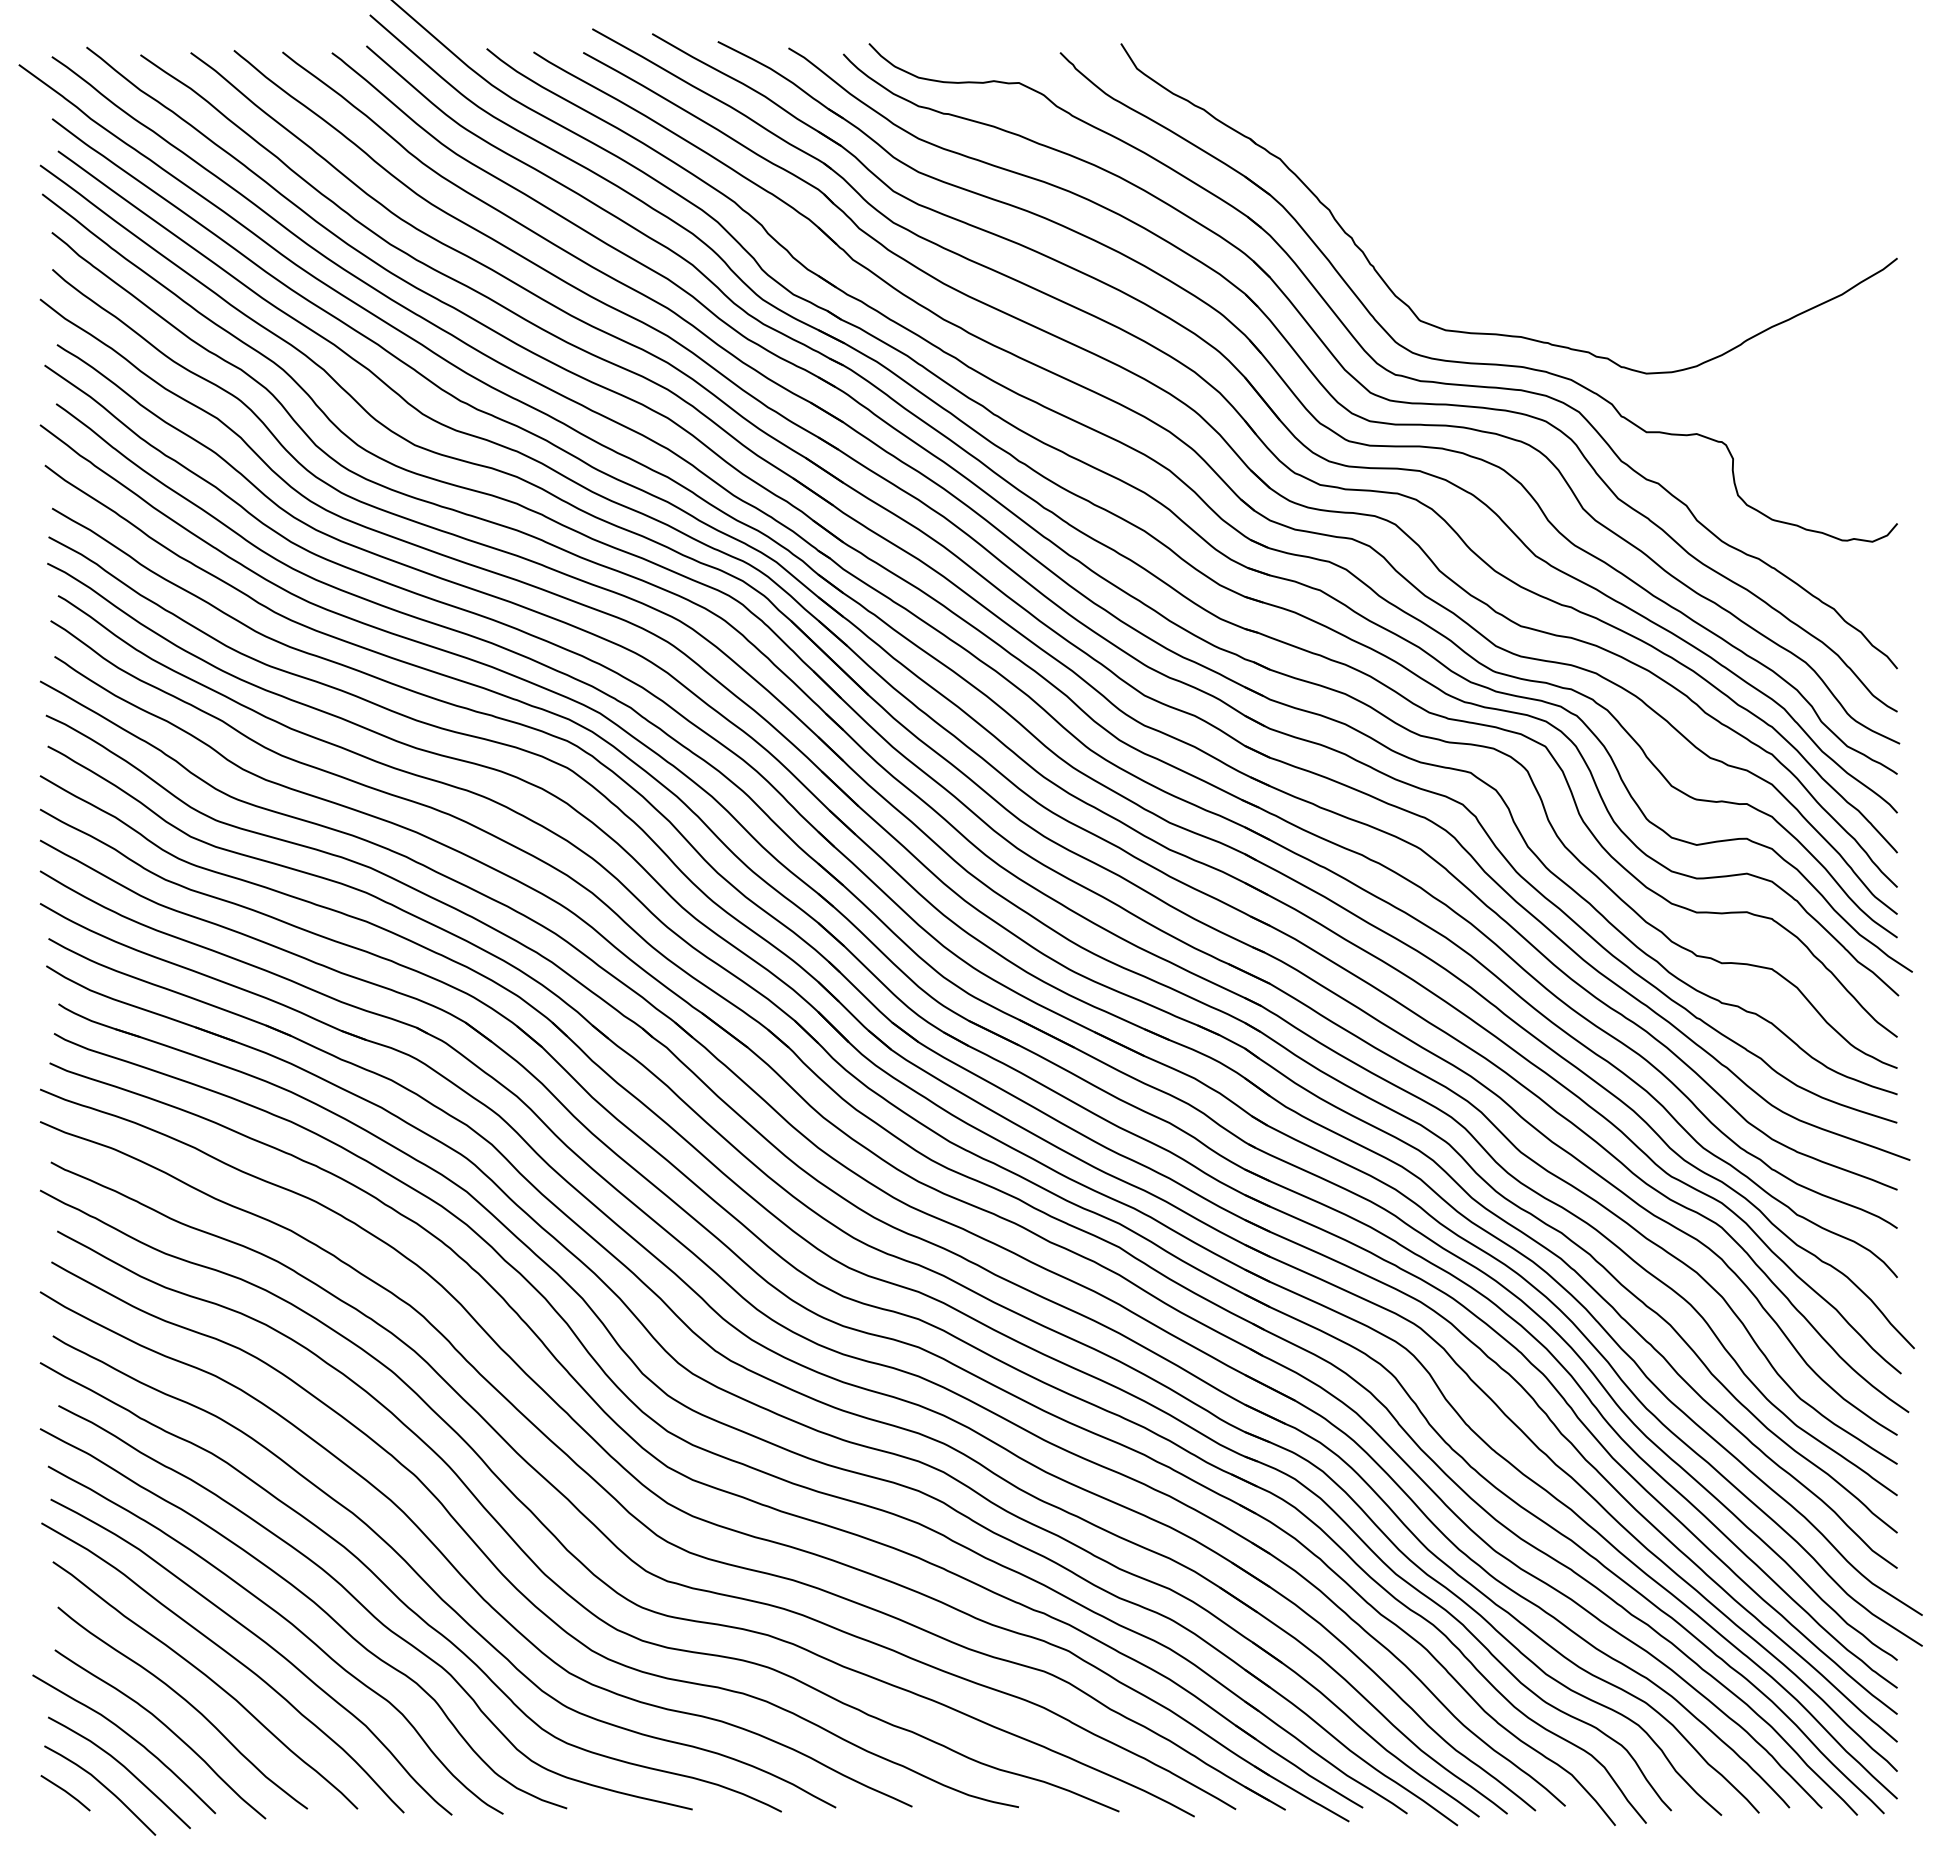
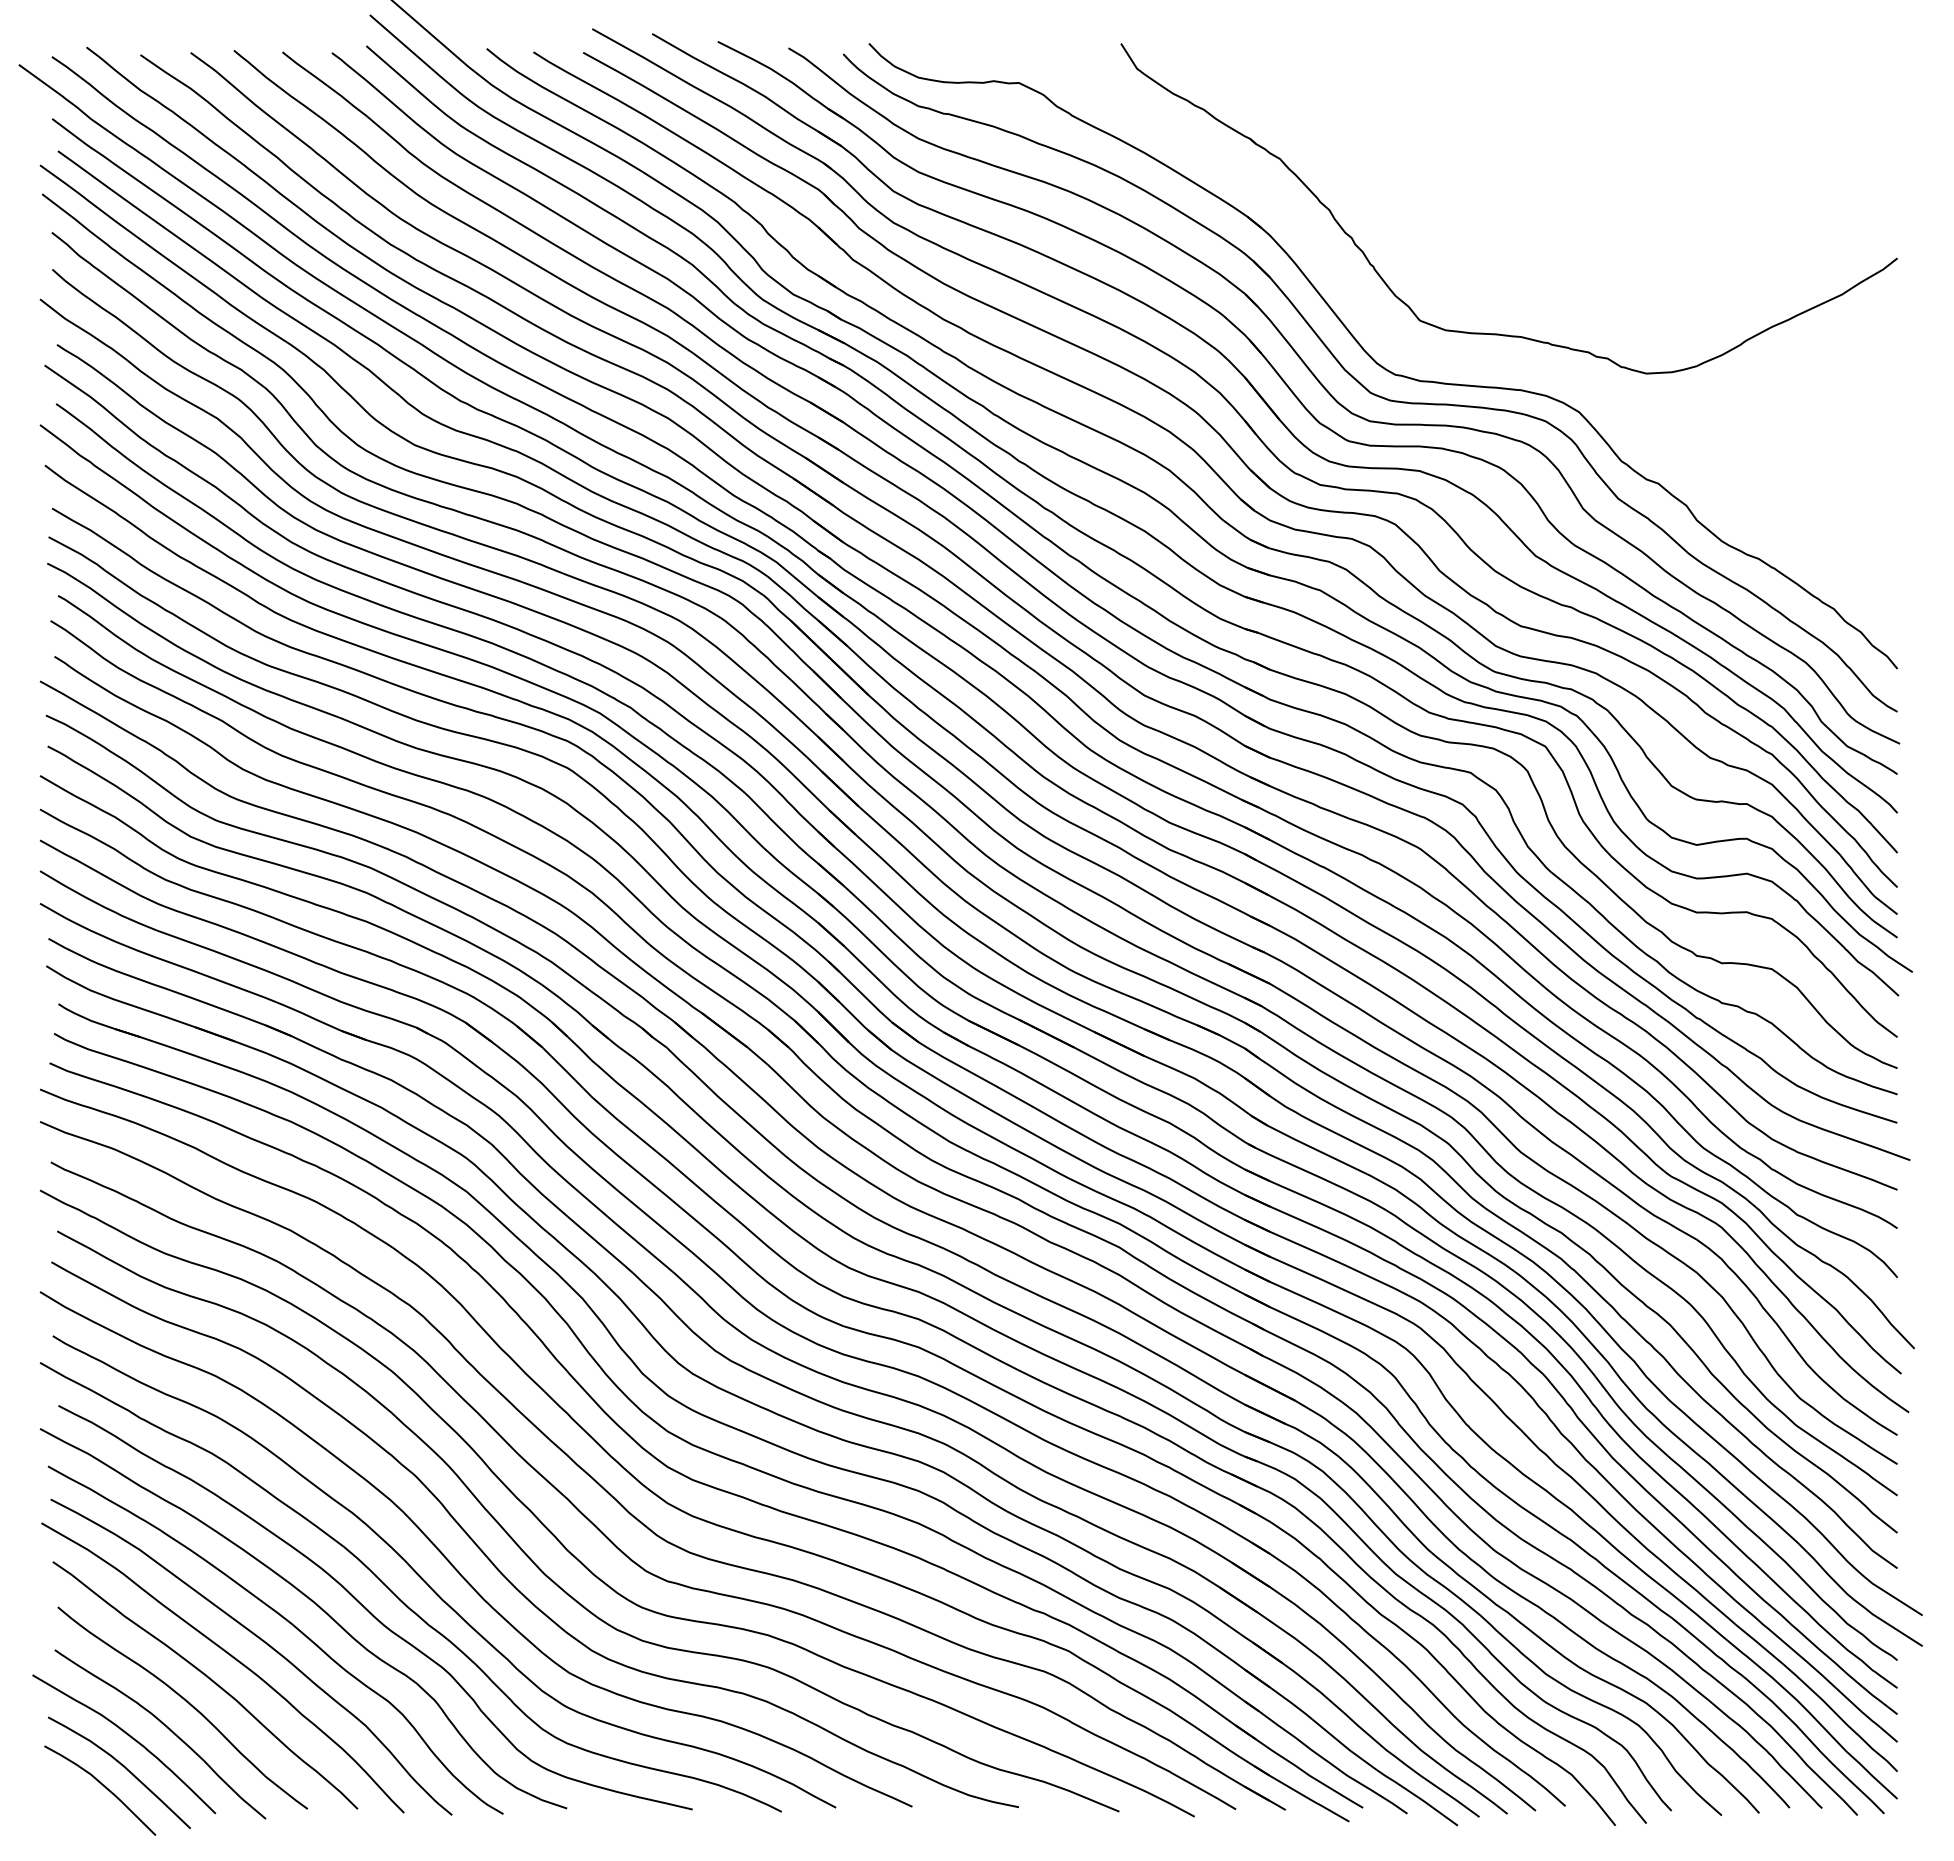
part at (1478, 362): present -> none
line at (65, 1792): present -> none
